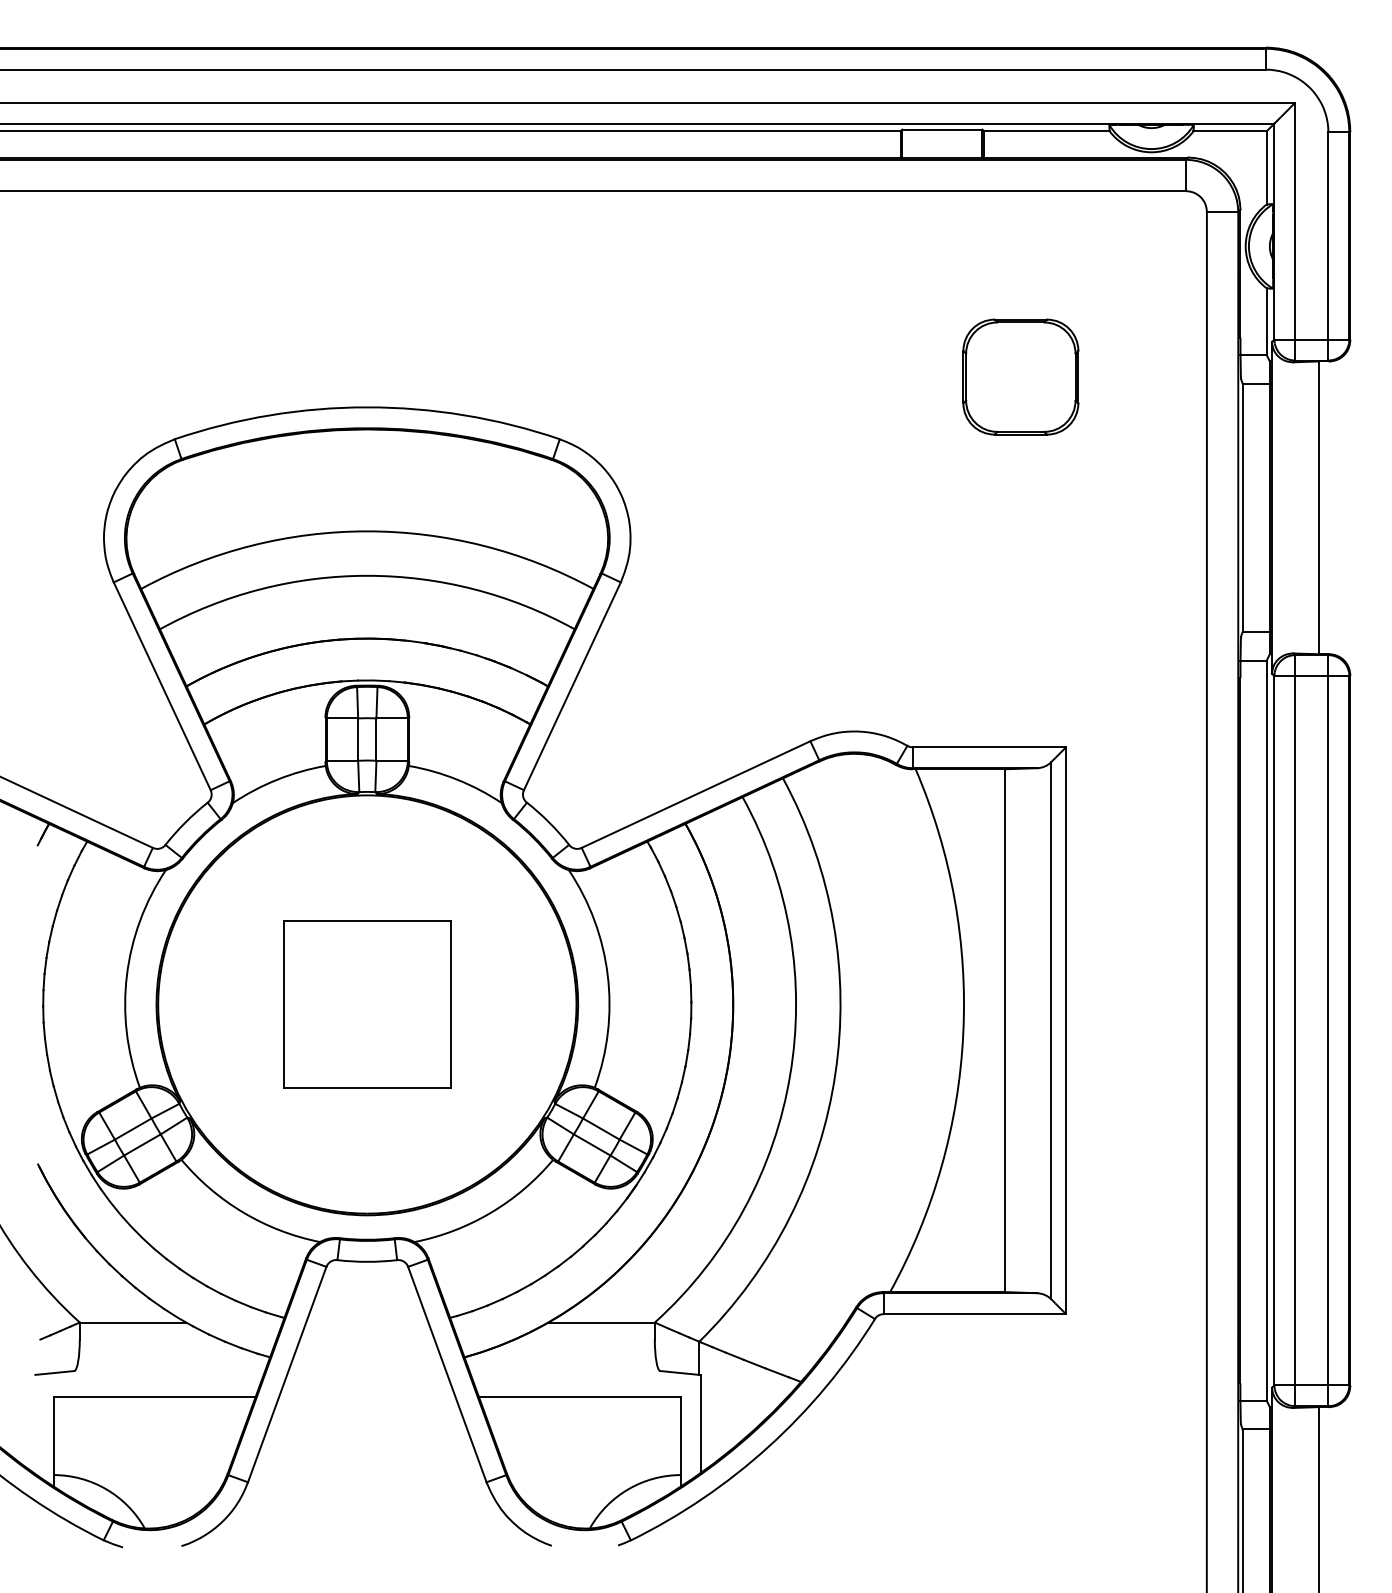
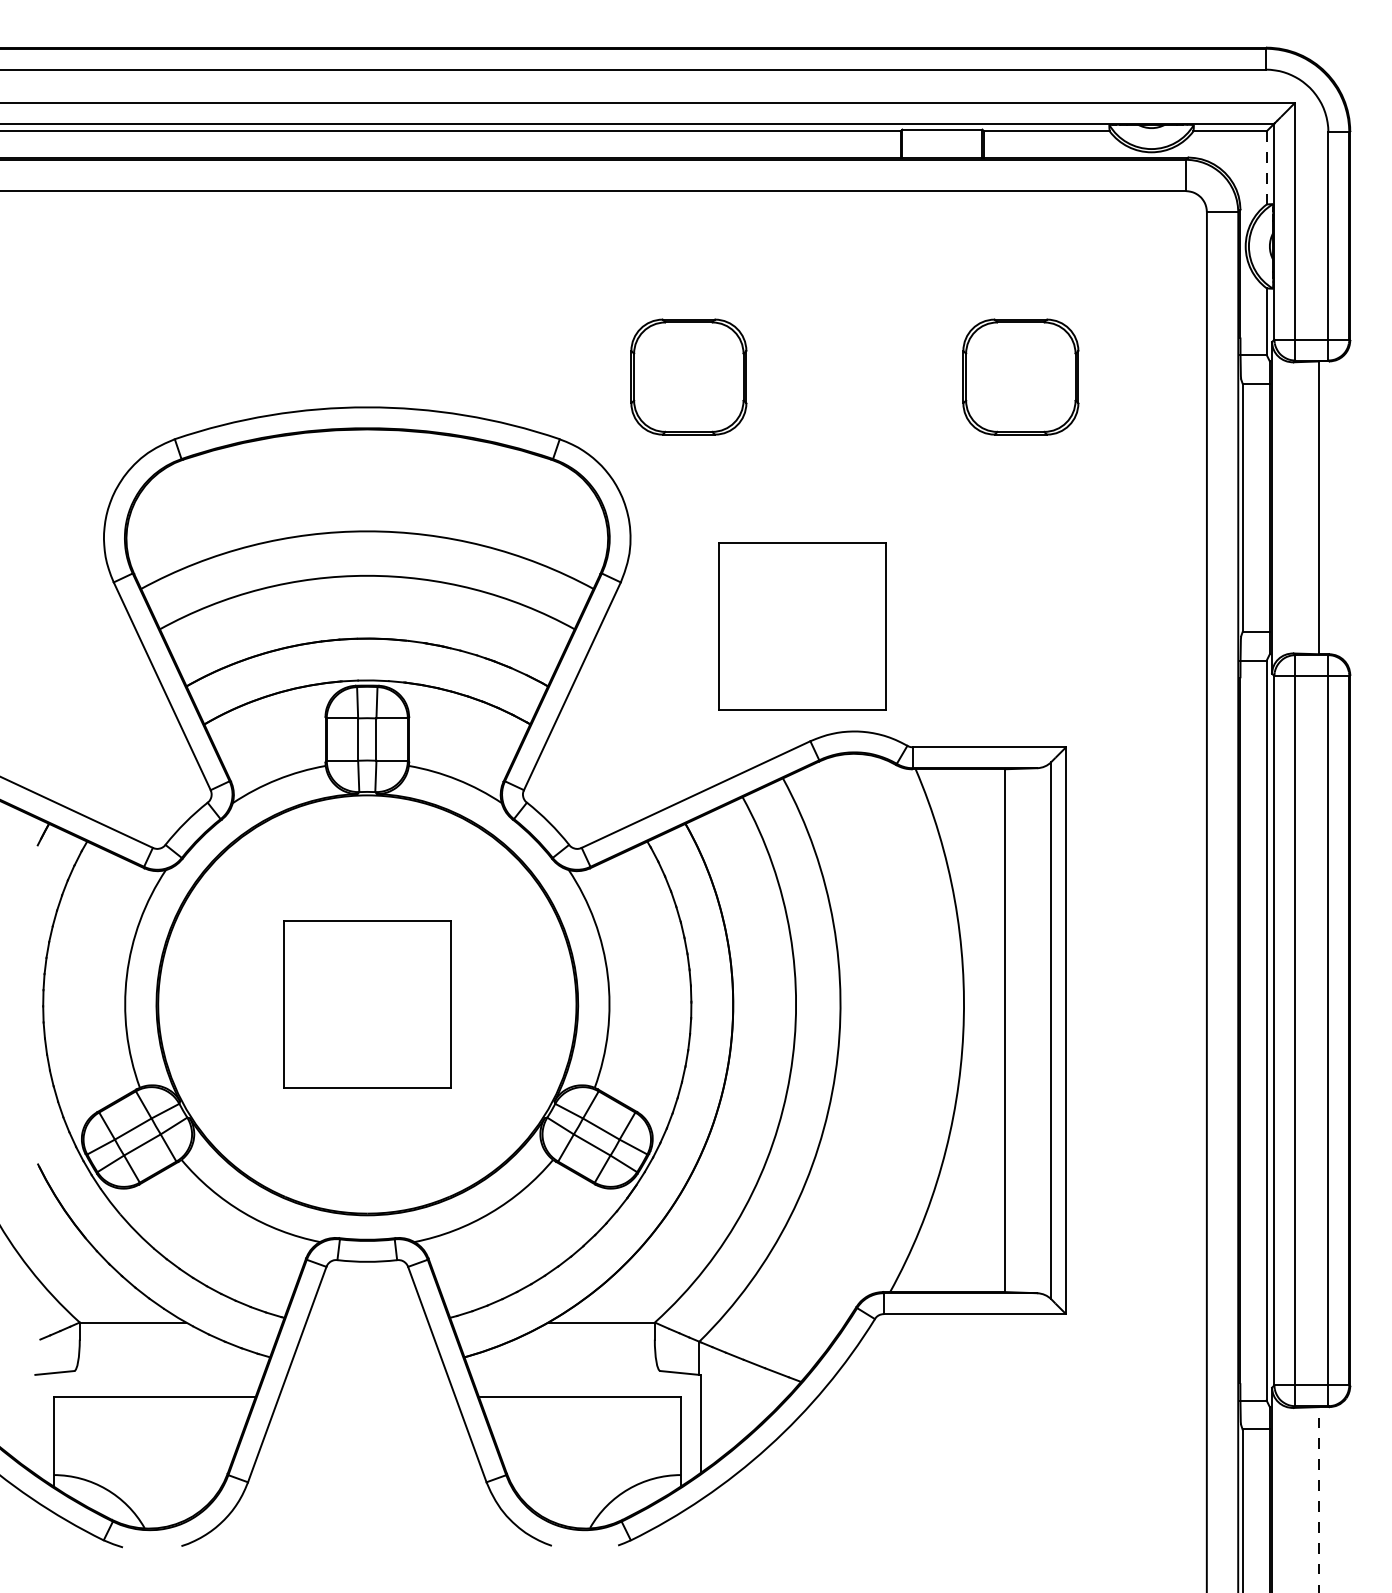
line at (1266, 168): solid -> dashed
part at (688, 376): none -> present
part at (802, 626): none -> present
line at (1318, 1500): solid -> dashed
